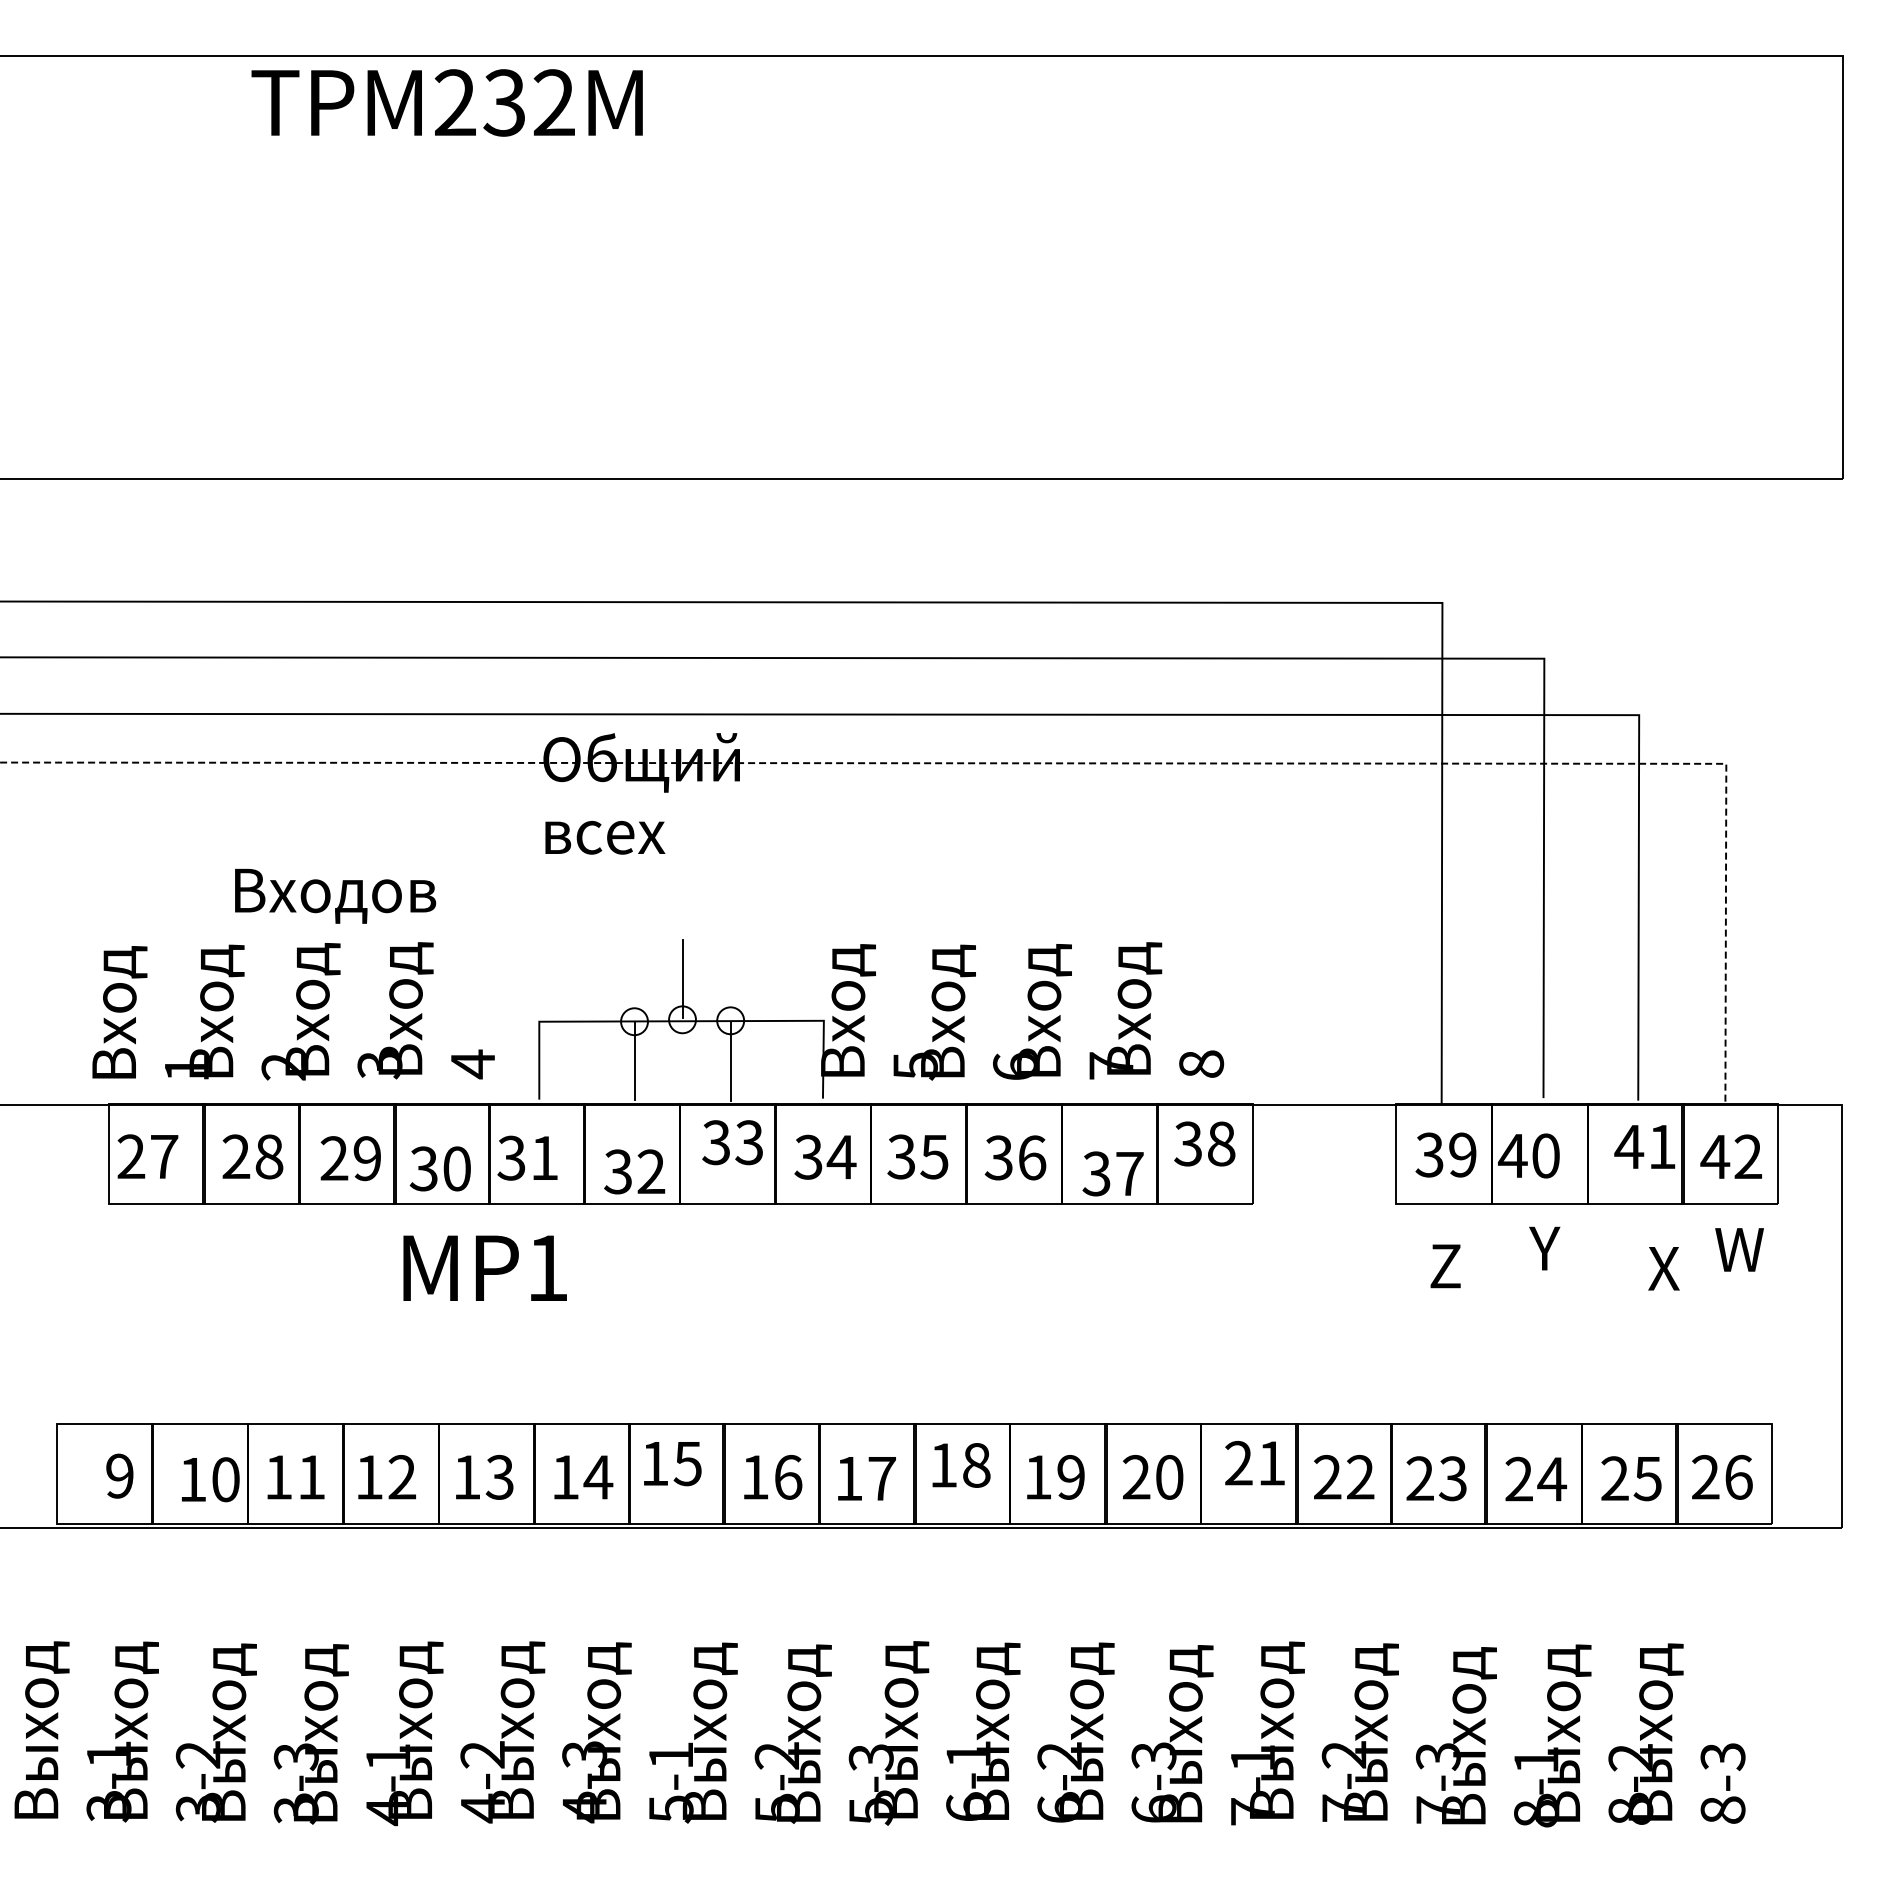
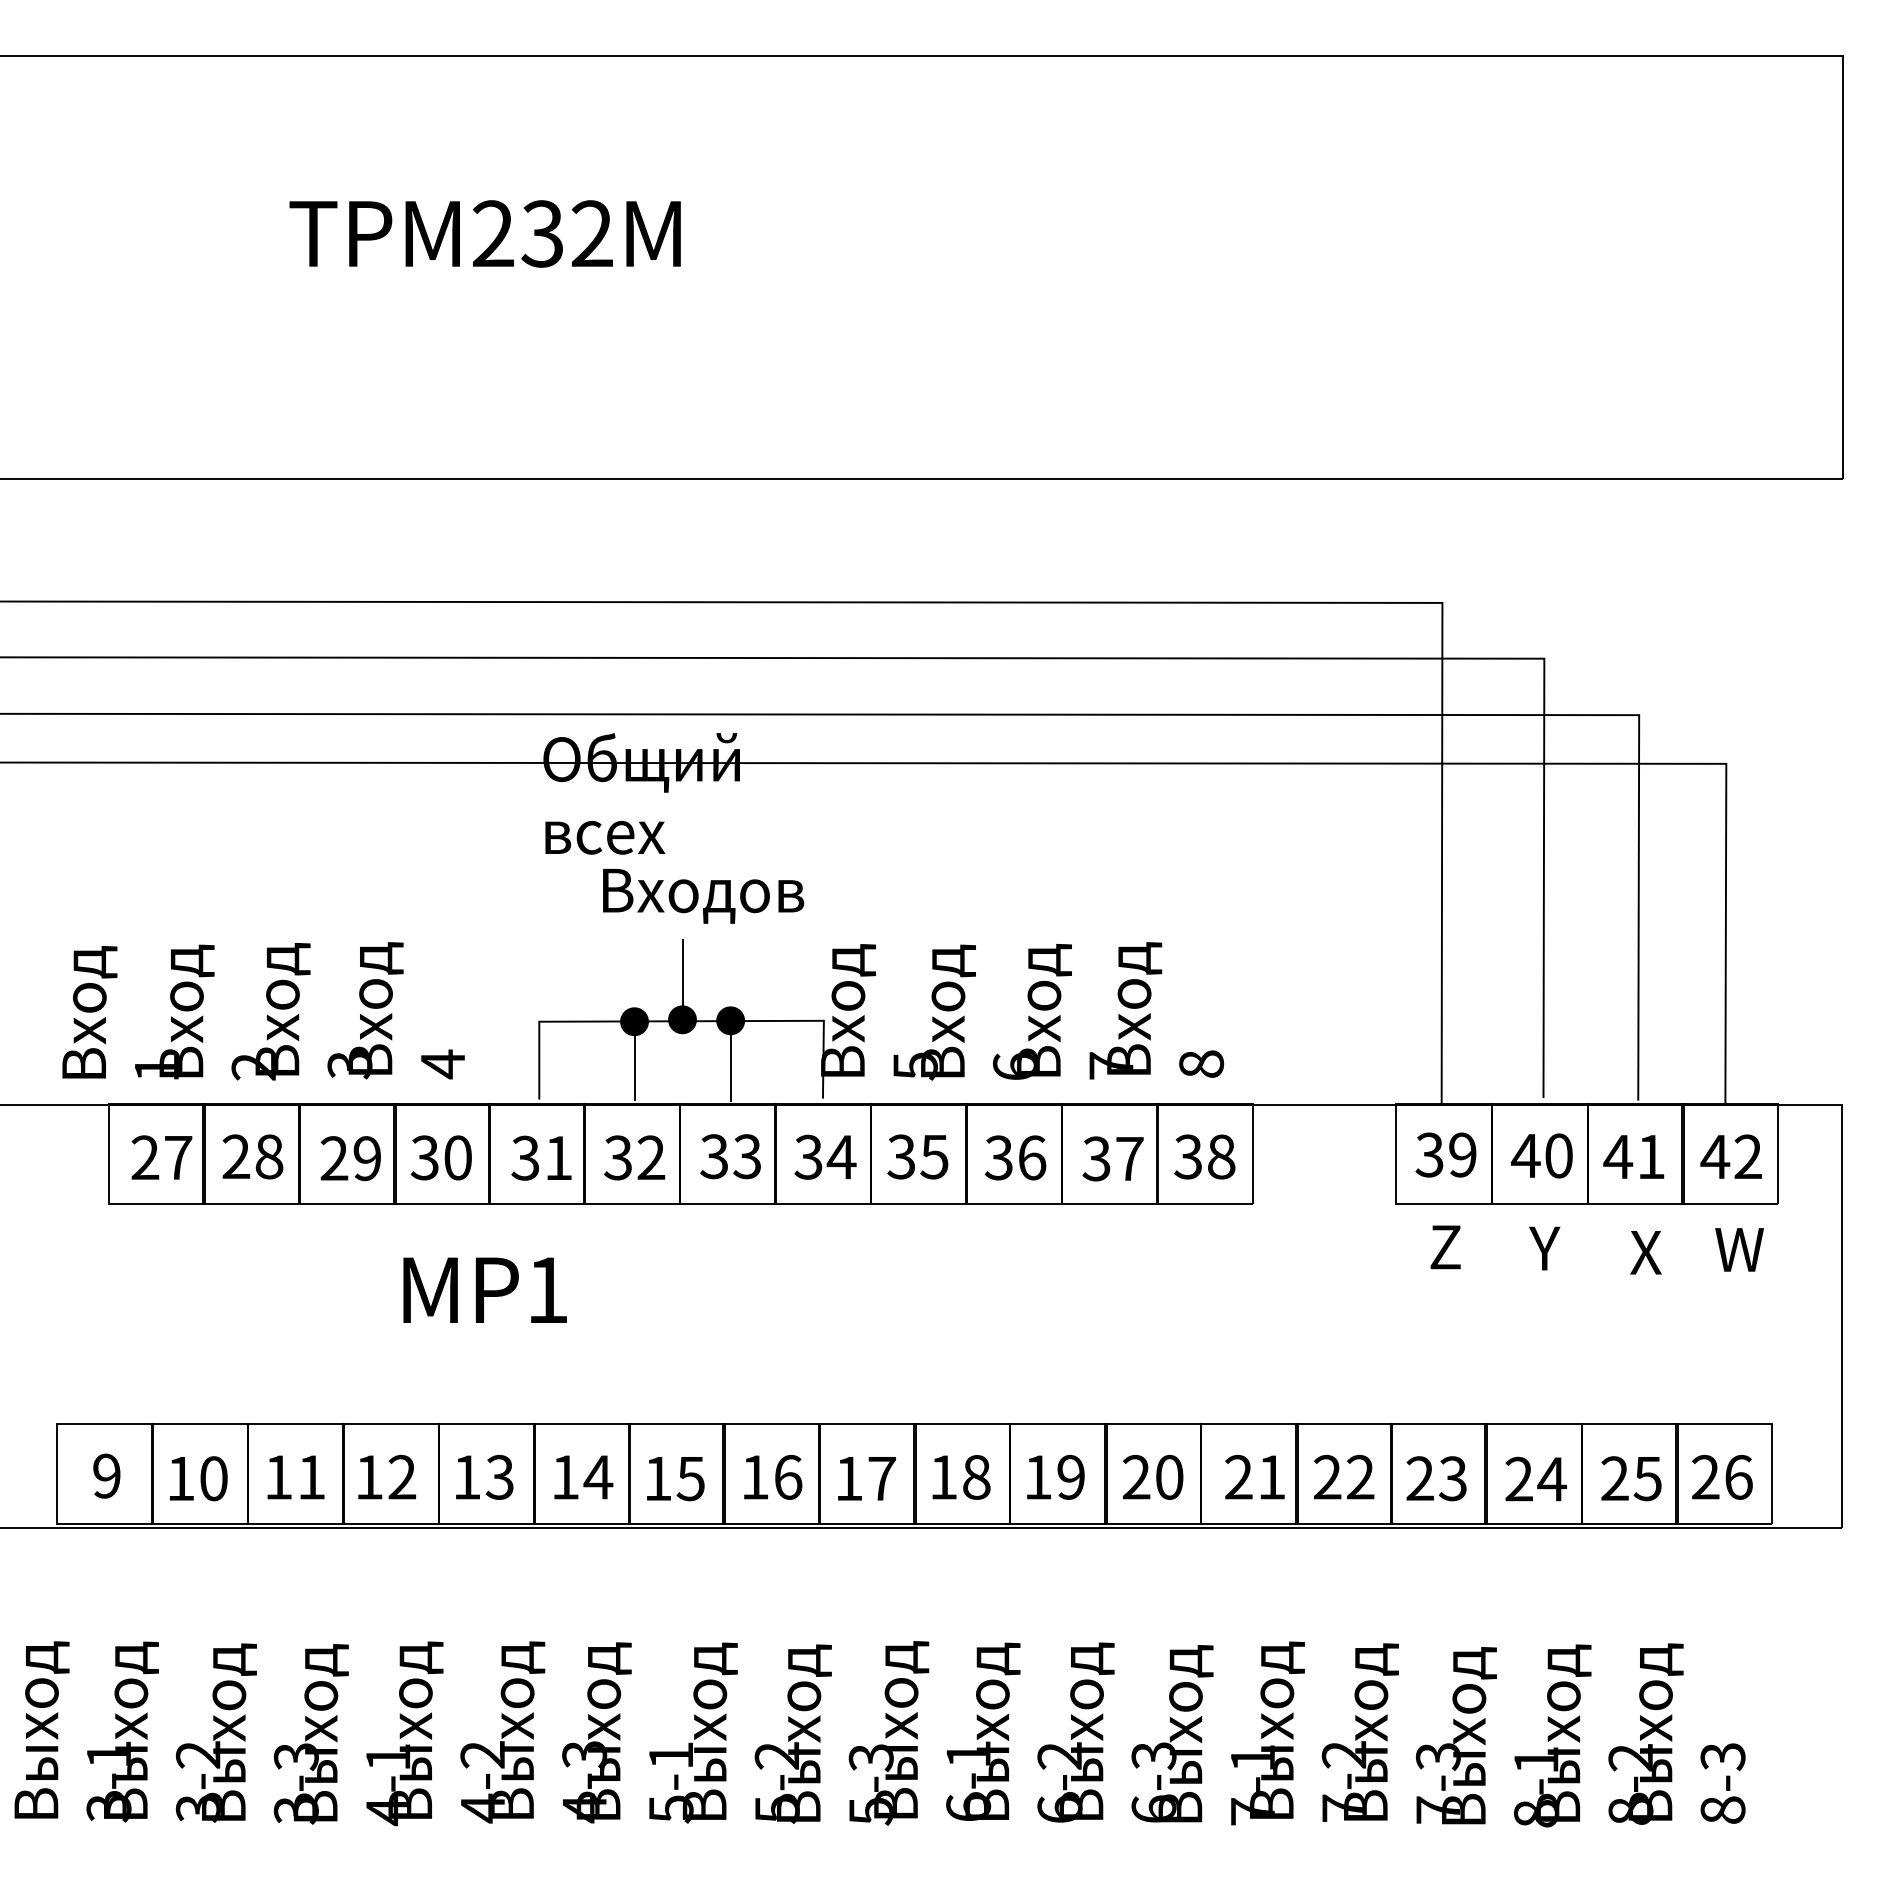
text at (446, 102) position: (446, 102) -> (484, 233)
line at (1034, 763): dashed -> solid
text at (335, 895) position: (335, 895) -> (703, 895)
text at (293, 1011) position: (293, 1011) -> (263, 1011)
fill at (682, 1019): none -> present
fill at (730, 1020): none -> present
fill at (634, 1021): none -> present
text at (732, 1142) position: (732, 1142) -> (730, 1156)
text at (1204, 1143) position: (1204, 1143) -> (1204, 1156)
text at (1644, 1146) position: (1644, 1146) -> (1633, 1156)
text at (1528, 1155) position: (1528, 1155) -> (1541, 1155)
text at (147, 1156) position: (147, 1156) -> (161, 1157)
text at (527, 1157) position: (527, 1157) -> (541, 1157)
text at (439, 1168) position: (439, 1168) -> (440, 1157)
text at (634, 1171) position: (634, 1171) -> (634, 1157)
text at (1112, 1173) position: (1112, 1173) -> (1112, 1158)
text at (1445, 1266) position: (1445, 1266) -> (1445, 1247)
text at (484, 1267) position: (484, 1267) -> (484, 1289)
text at (1663, 1268) position: (1663, 1268) -> (1645, 1252)
text at (1254, 1463) position: (1254, 1463) -> (1254, 1477)
text at (672, 1464) position: (672, 1464) -> (675, 1479)
text at (961, 1465) position: (961, 1465) -> (961, 1477)
text at (119, 1475) position: (119, 1475) -> (106, 1475)
text at (210, 1479) position: (210, 1479) -> (198, 1478)
